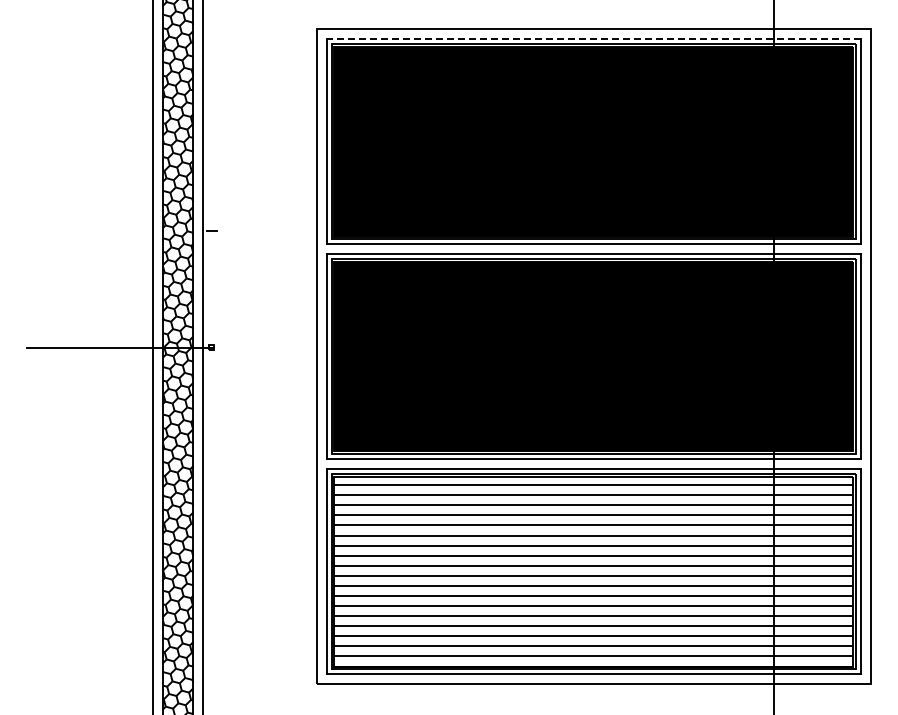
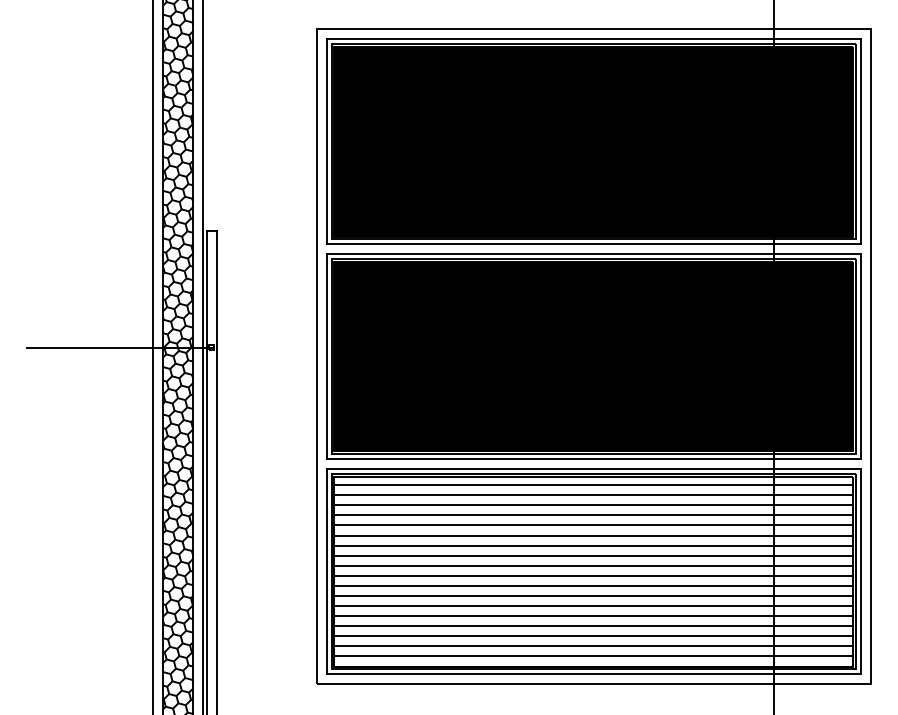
line at (593, 39): dashed -> solid
line at (206, 470): none -> present
line at (216, 470): none -> present
